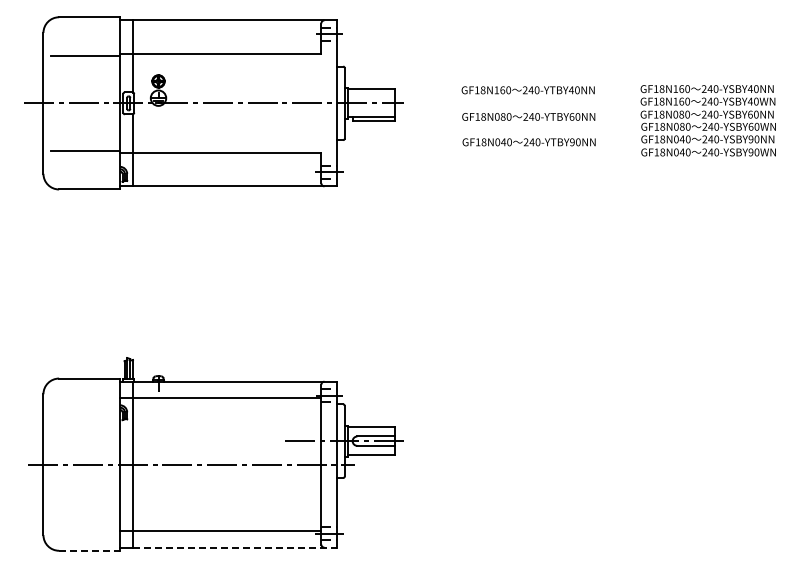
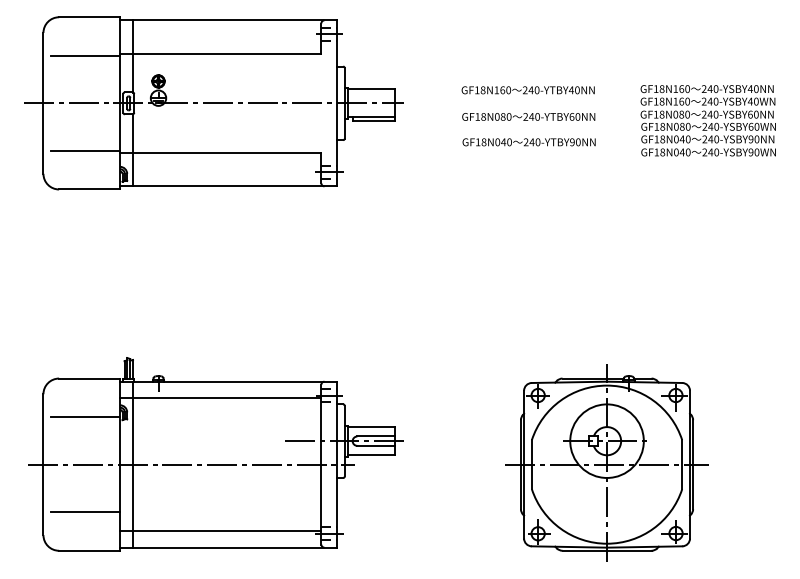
line at (85, 416): none -> present
part at (606, 462): none -> present
line at (85, 512): none -> present
line at (235, 547): dashed -> solid
line at (89, 550): dashed -> solid
